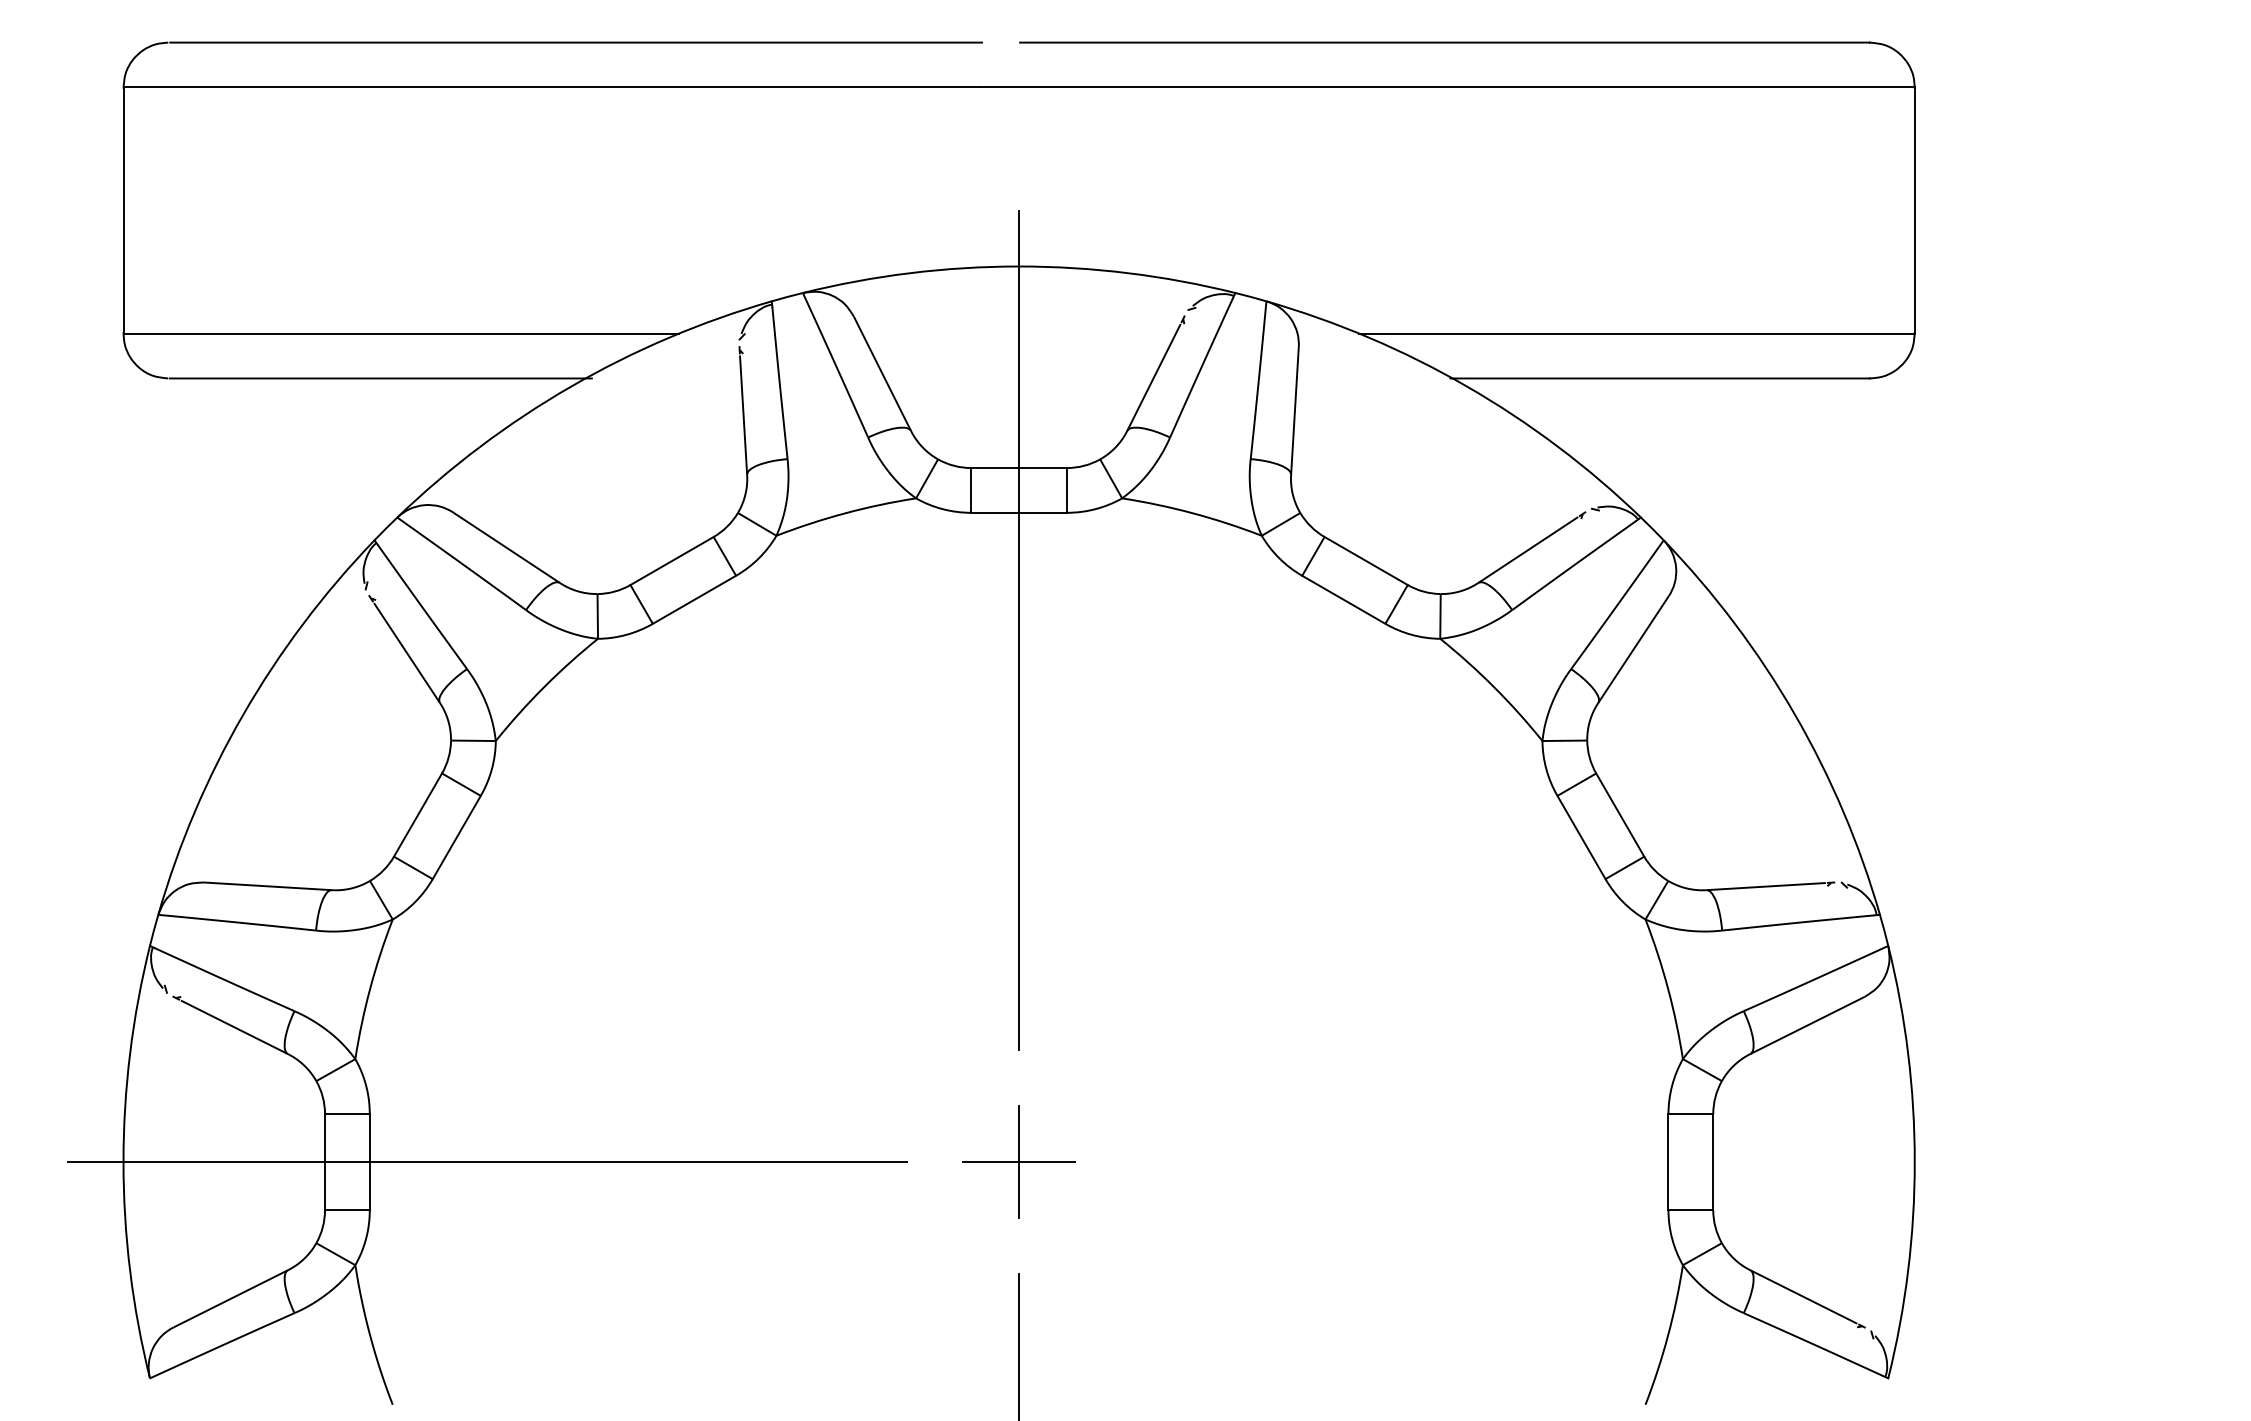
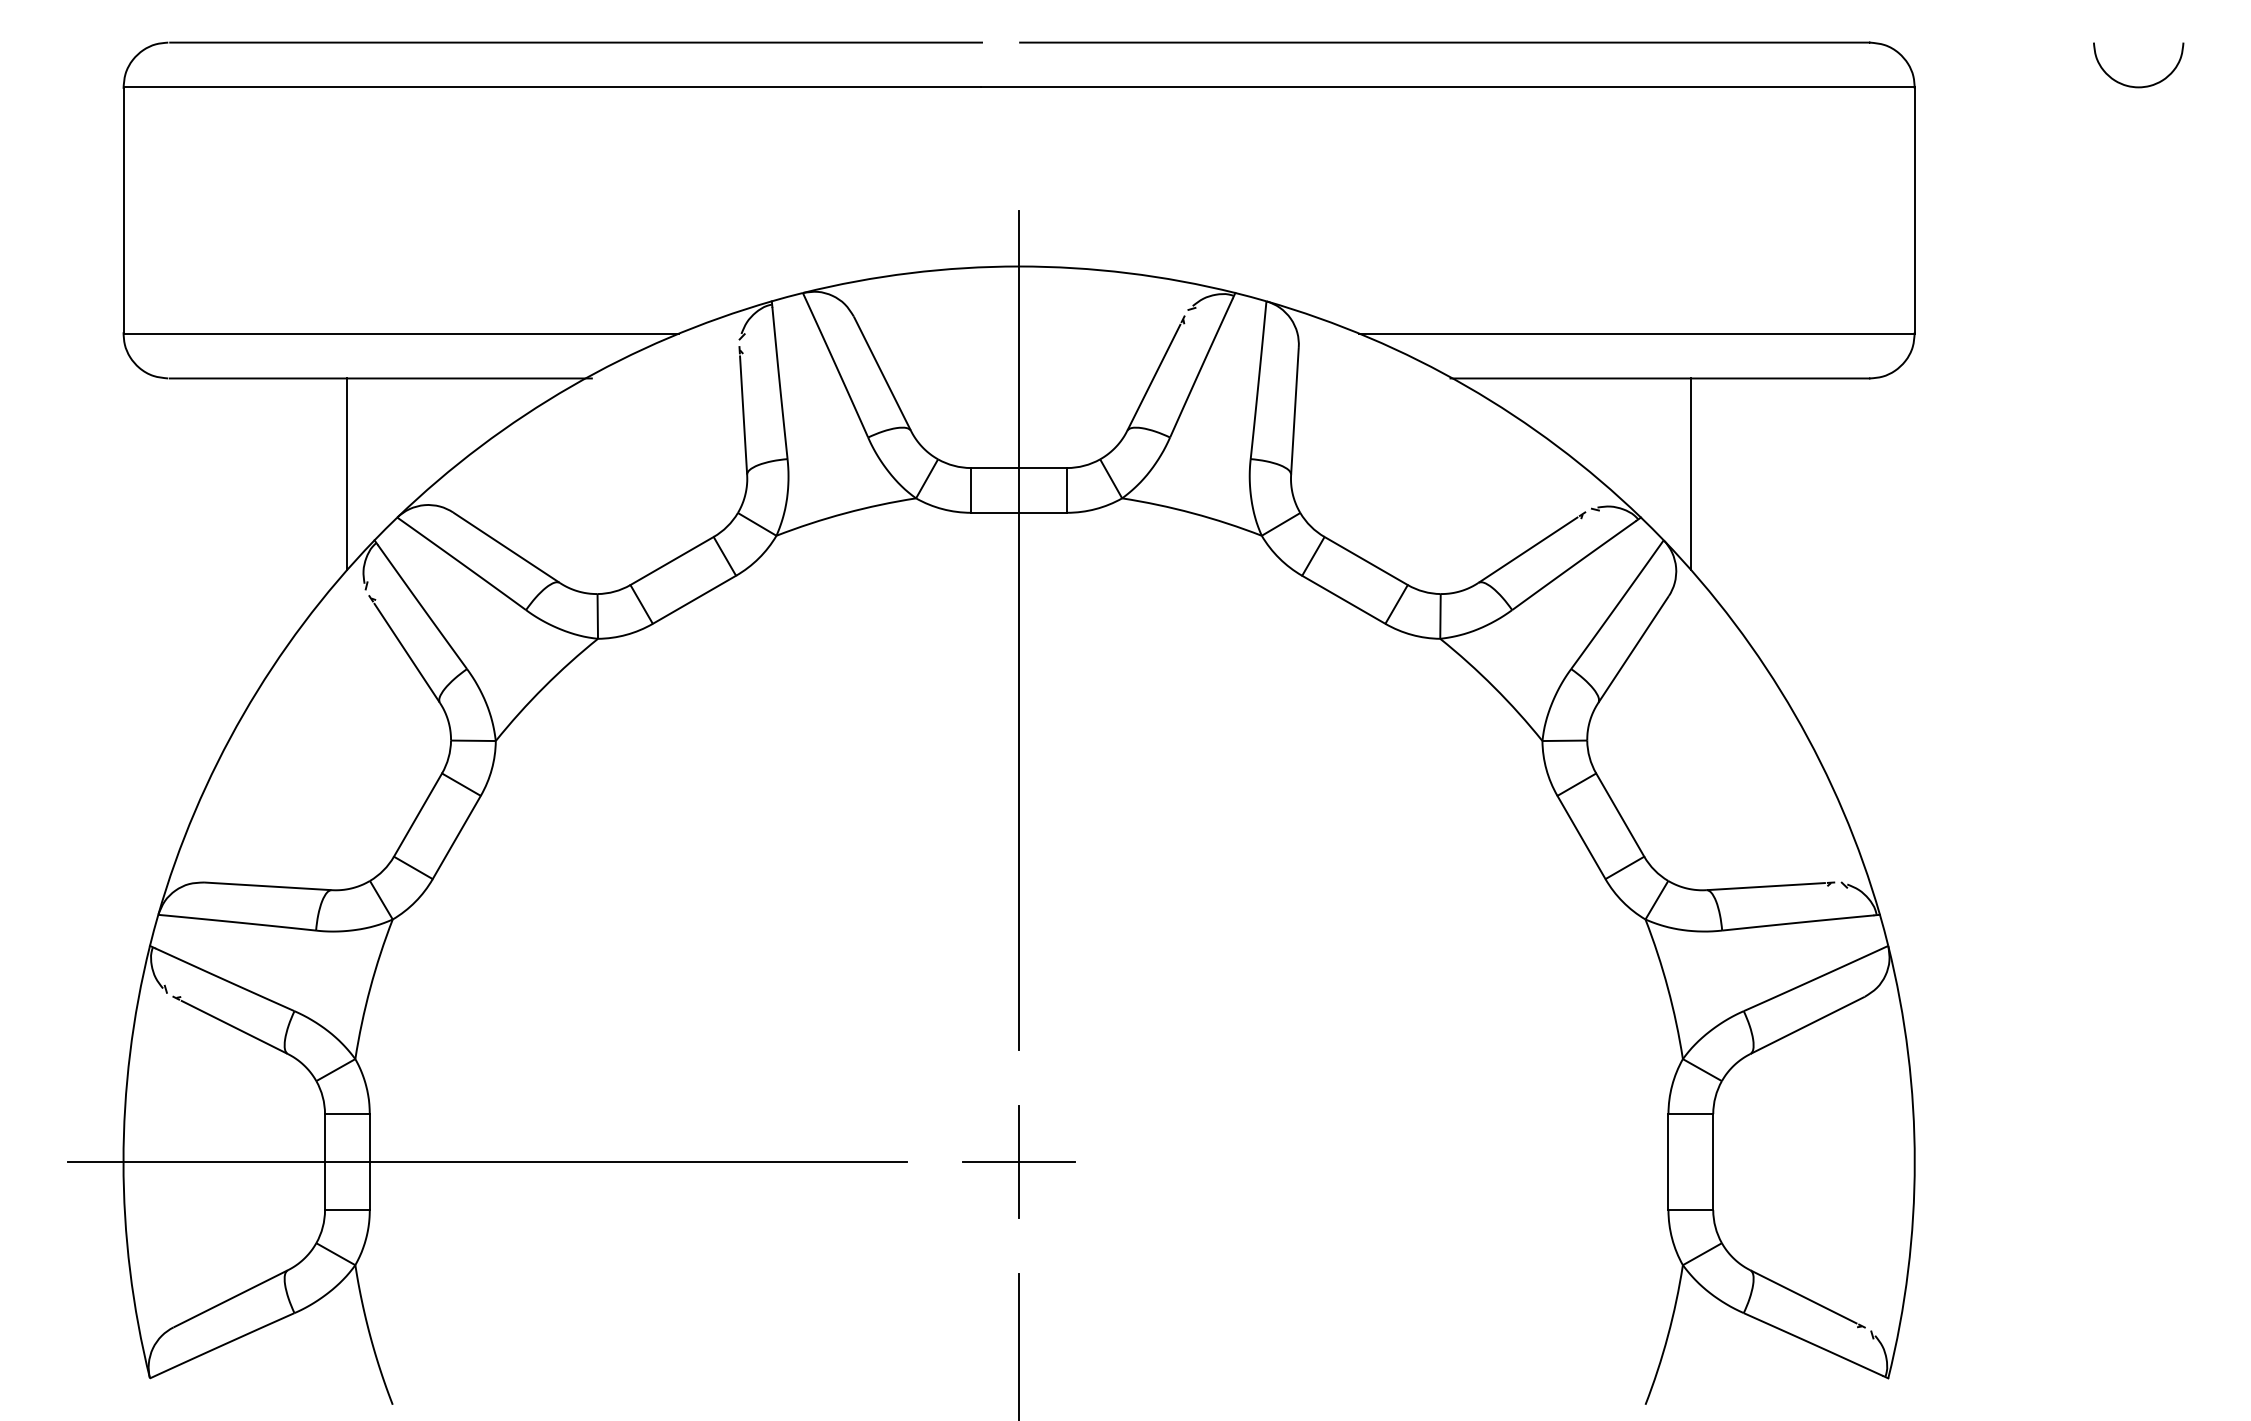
curve at (2138, 86): none -> present
line at (347, 473): none -> present
line at (1690, 473): none -> present
